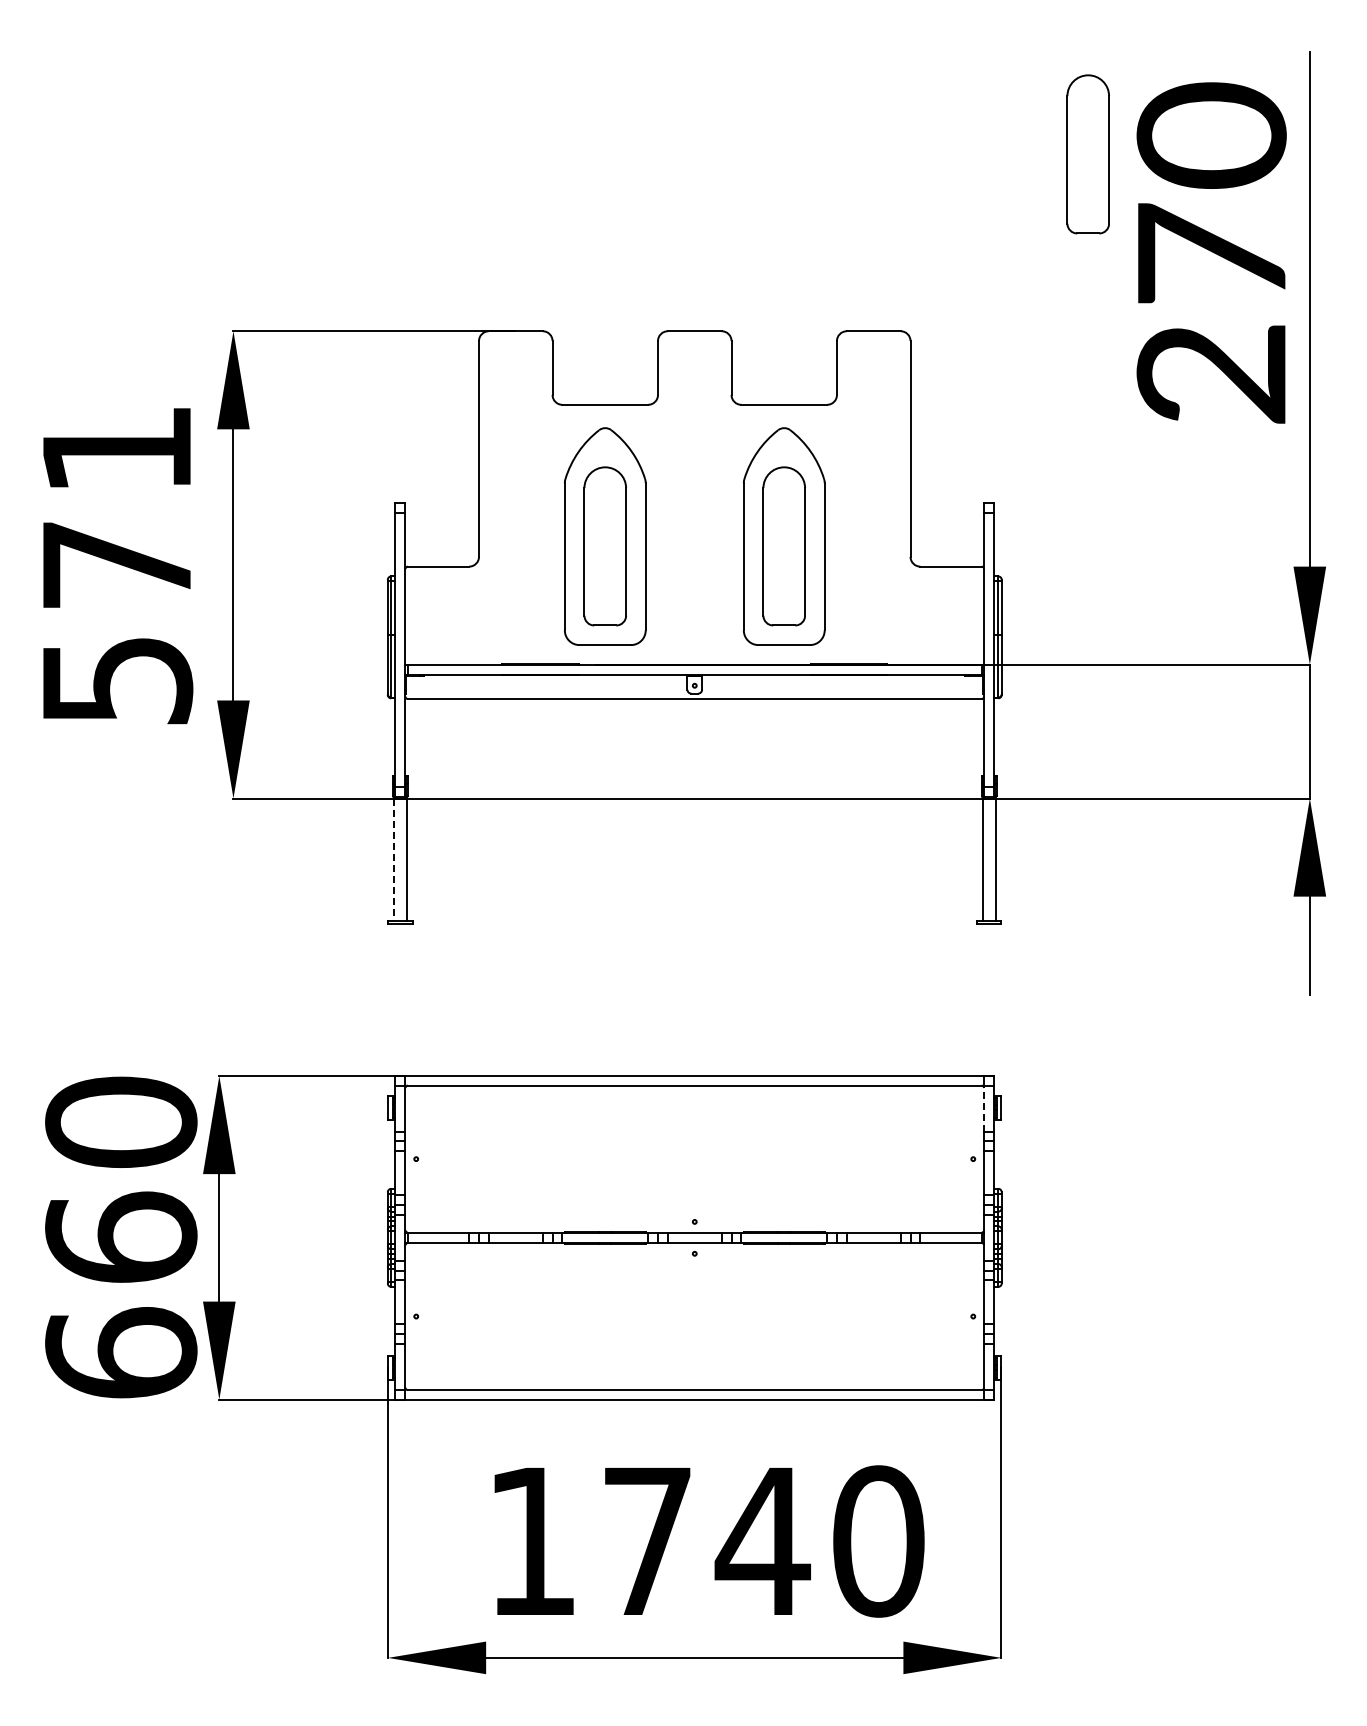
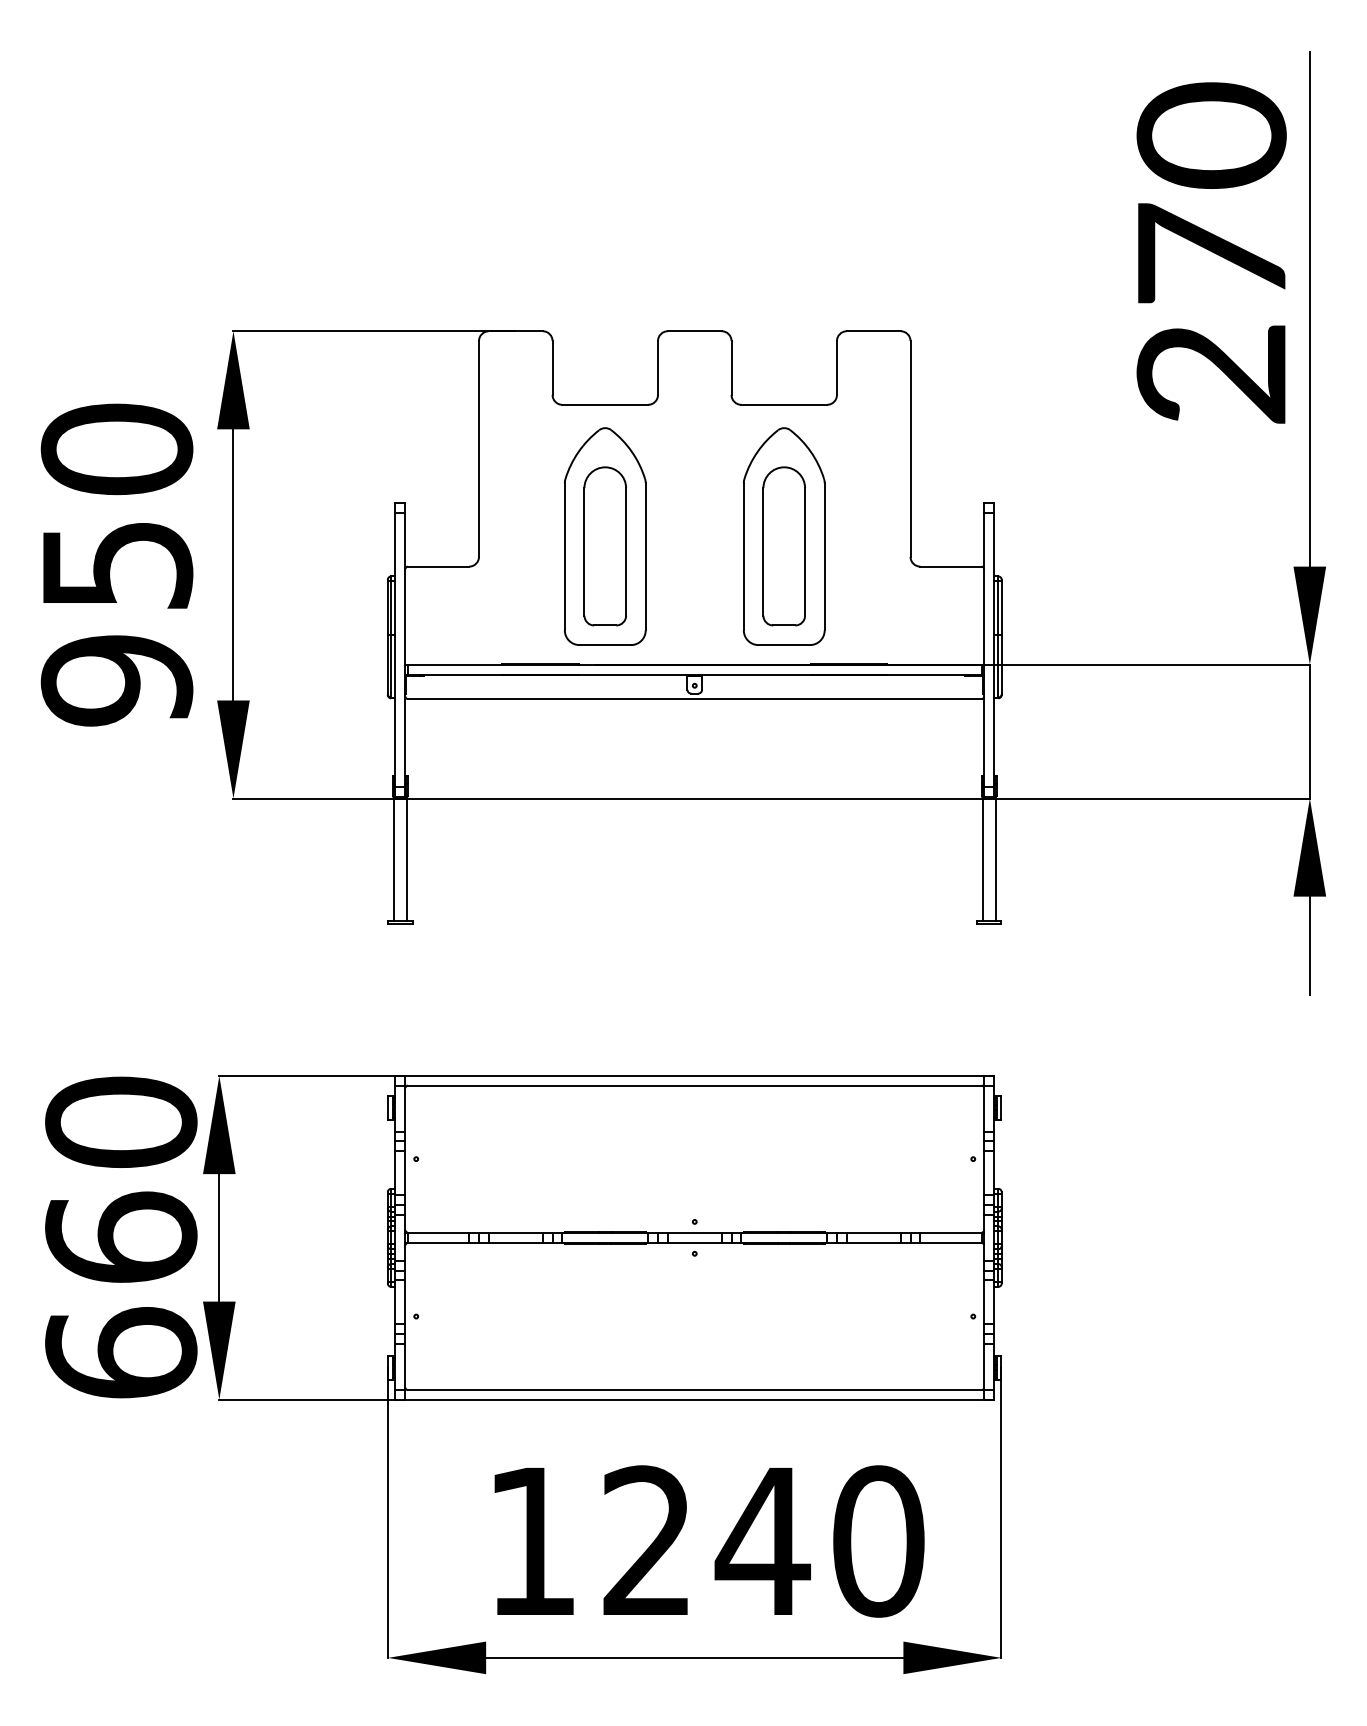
part at (1087, 154): present -> none
text at (116, 564): 571 -> 950
line at (393, 860): dashed -> solid
line at (984, 1108): dashed -> solid
text at (646, 1539): 1740 -> 1240
